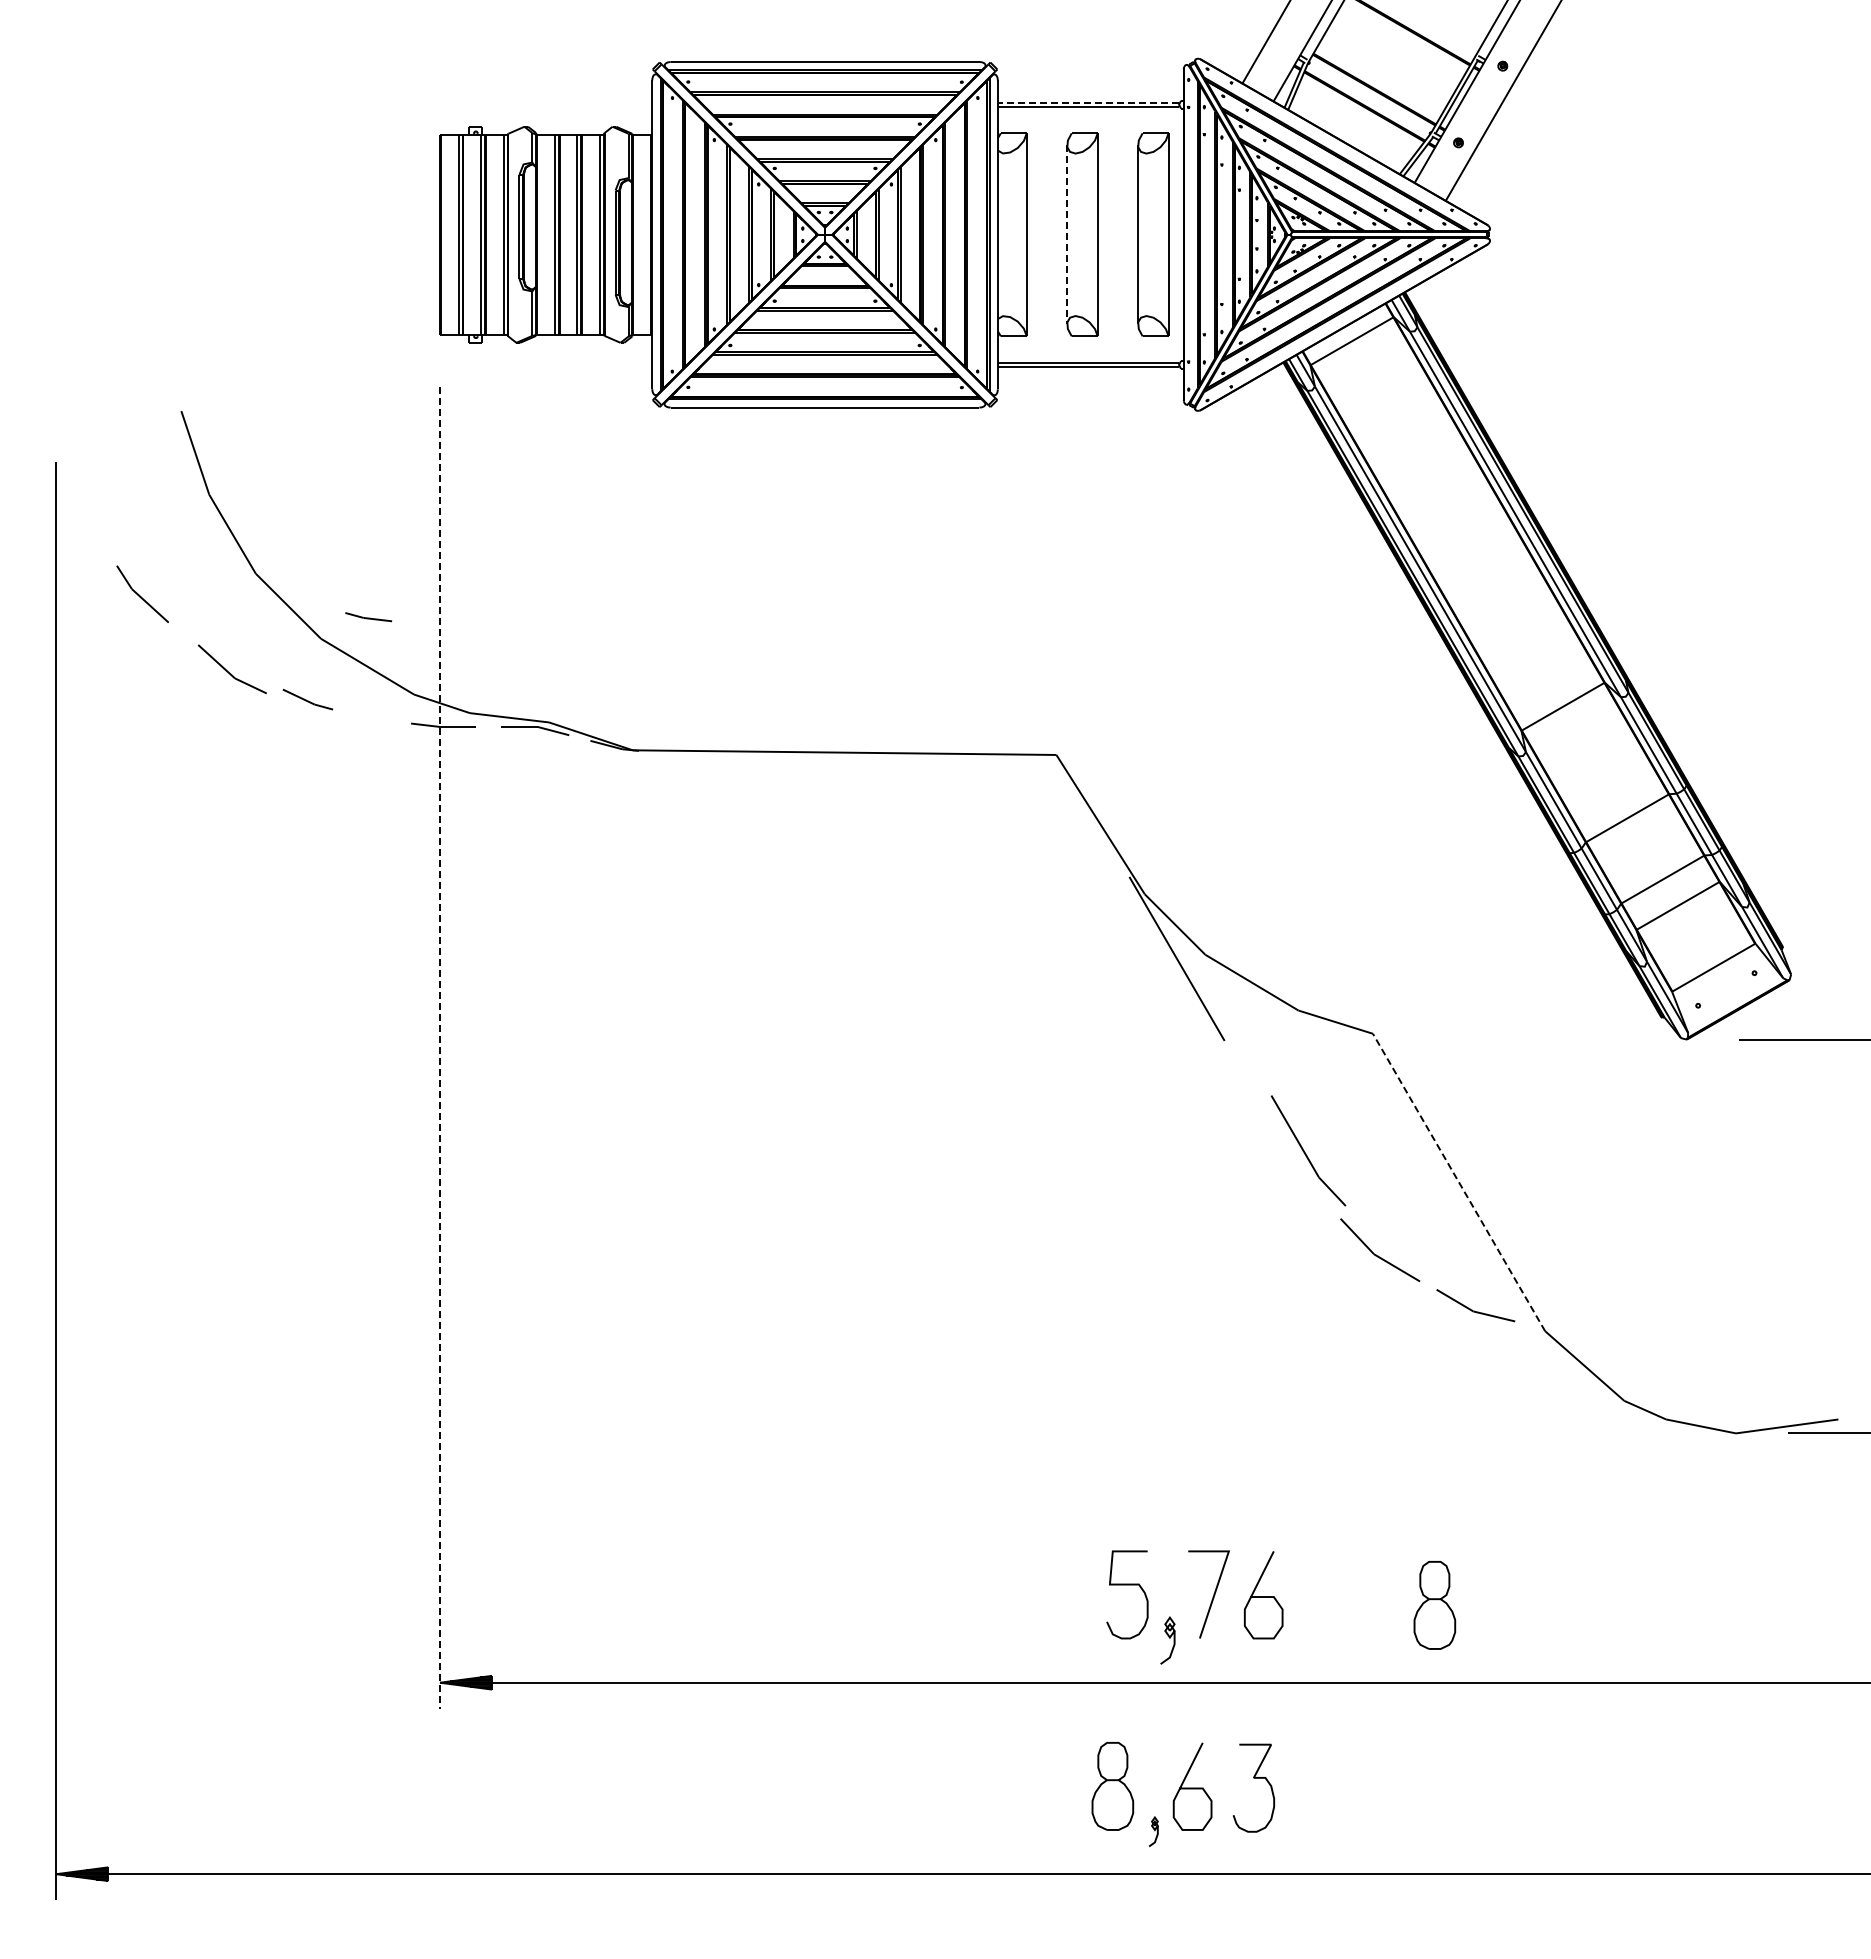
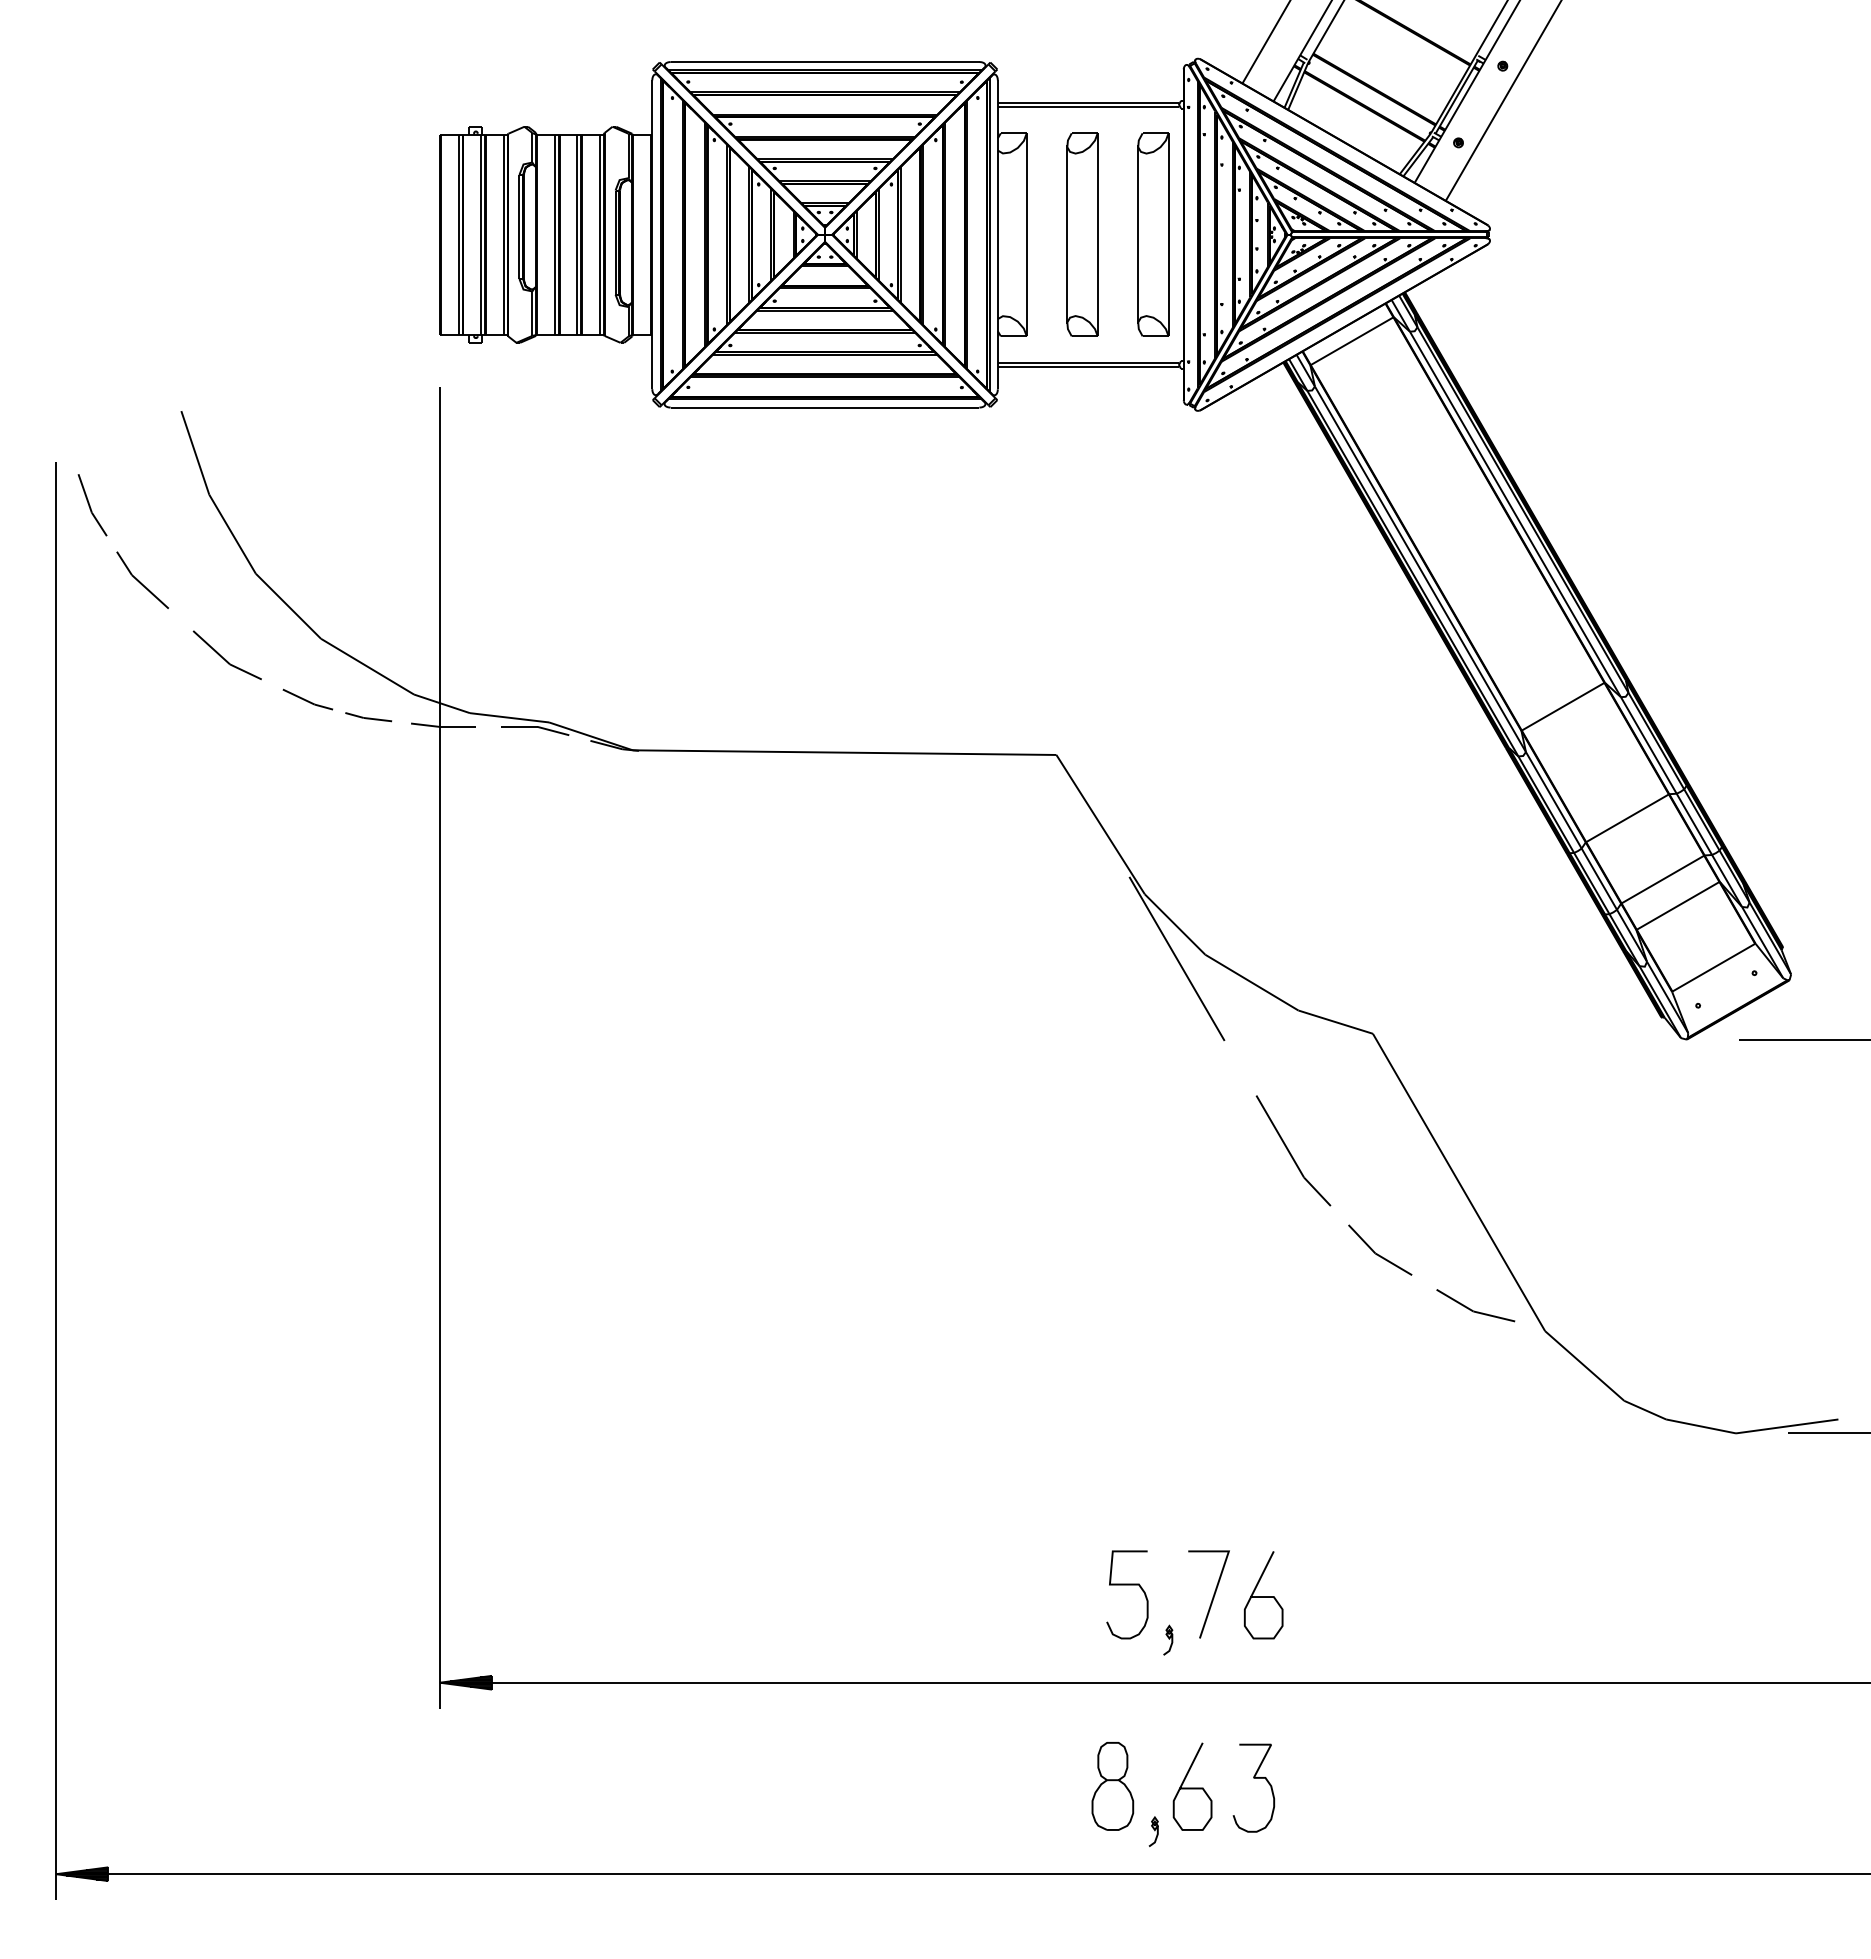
line at (1088, 102): dashed -> solid
line at (1067, 234): dashed -> solid
part at (92, 505): none -> present
part at (142, 593) position: (142, 593) -> (142, 579)
part at (368, 617) position: (368, 617) -> (368, 717)
part at (231, 669) position: (231, 669) -> (226, 655)
line at (439, 1047): dashed -> solid
part at (1308, 1150) position: (1308, 1150) -> (1293, 1150)
line at (1459, 1182): dashed -> solid
part at (1380, 1249) size: 81x64 px -> 65x52 px
part at (1434, 1605): present -> none
part at (1167, 1640) size: 16x49 px -> 11x32 px
